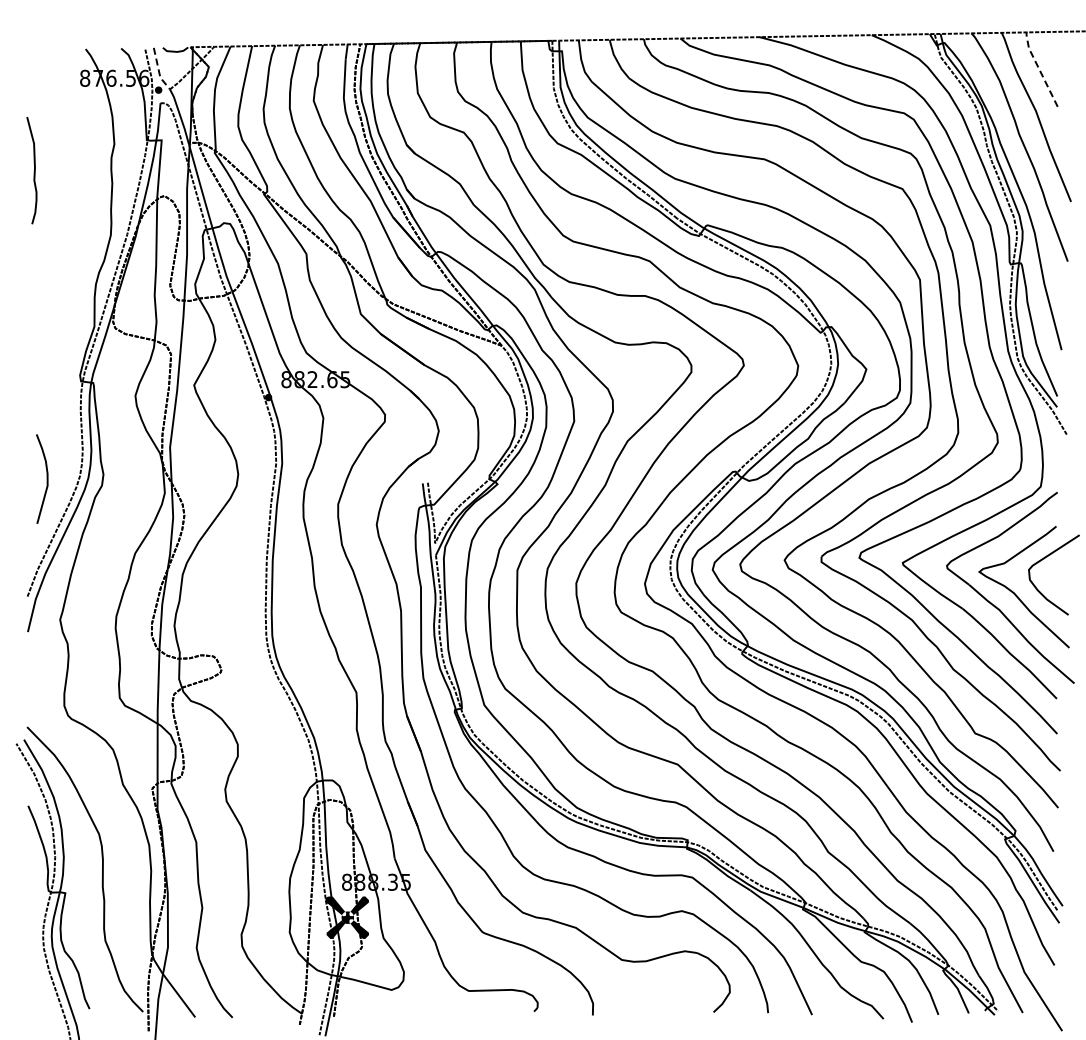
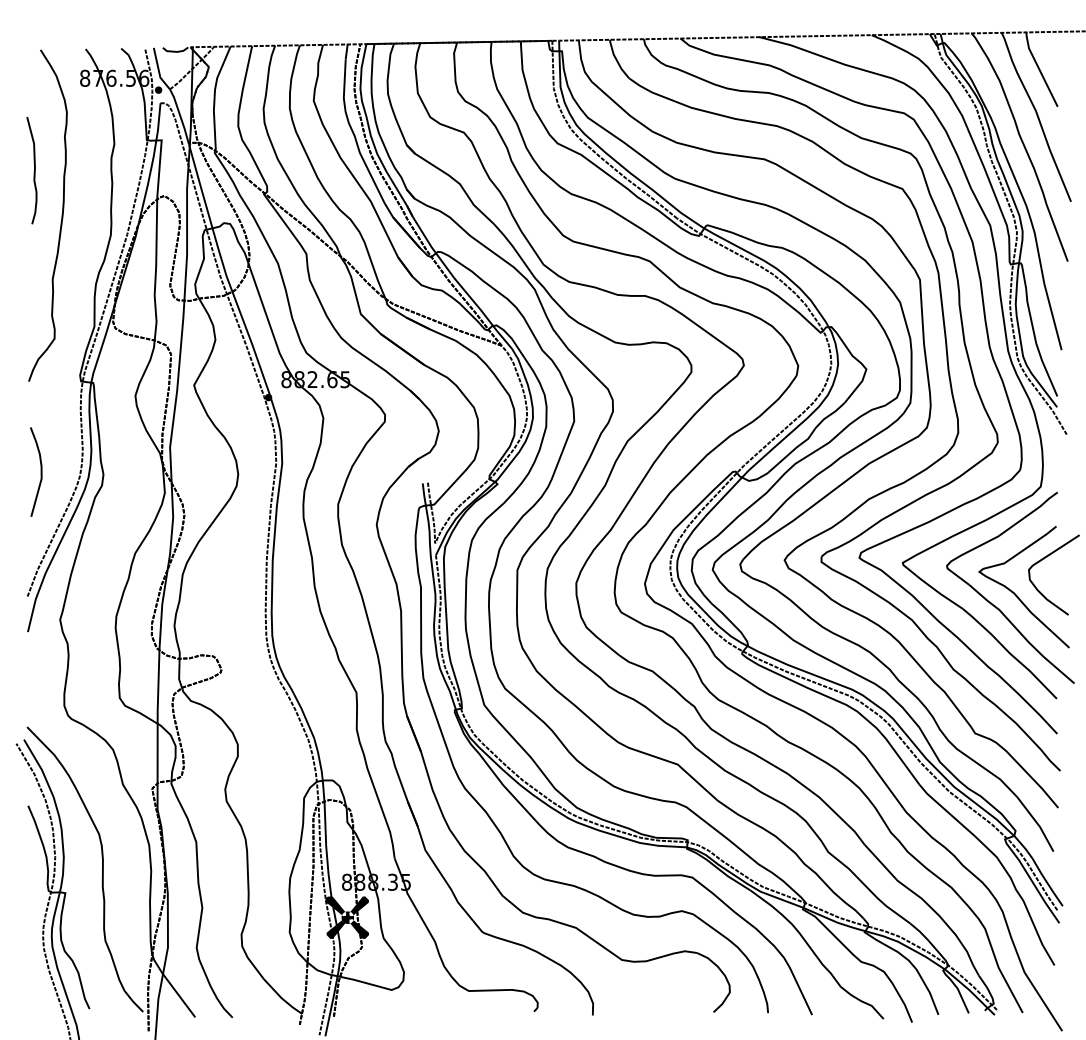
line at (1039, 68): dashed -> solid
line at (158, 70): dashed -> solid
curve at (61, 215): none -> present
curve at (46, 478) position: (46, 478) -> (40, 471)
